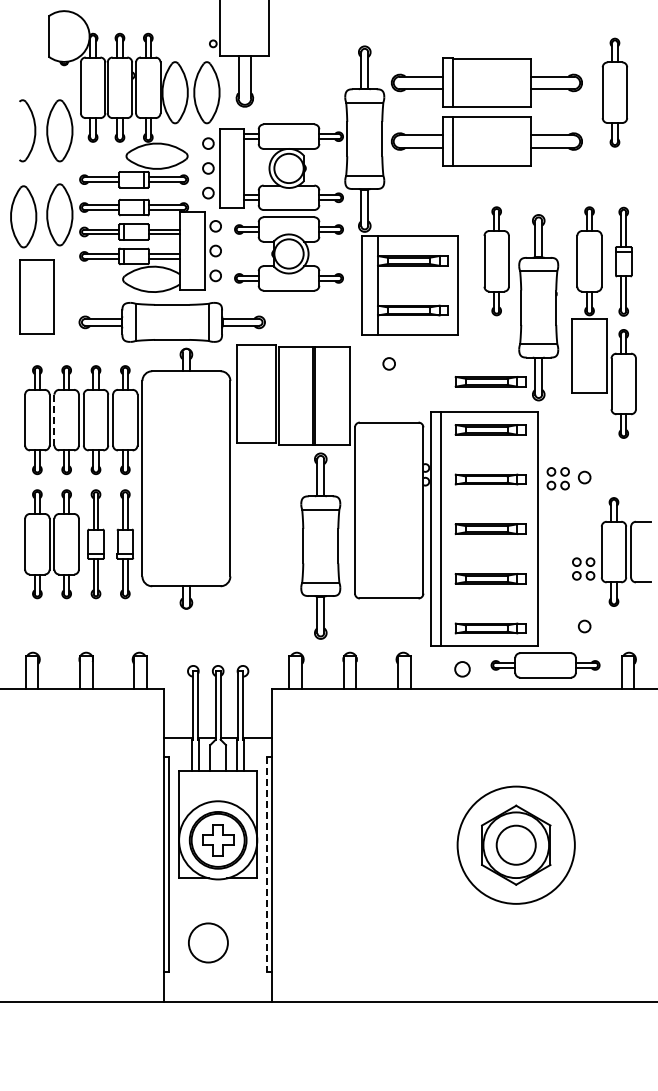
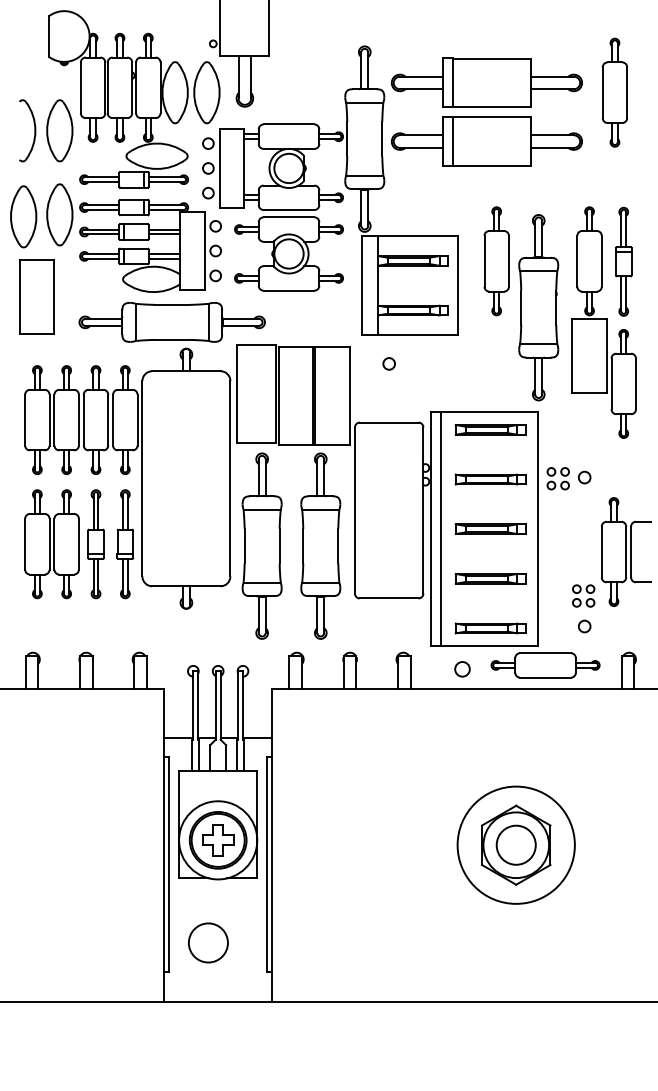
part at (490, 381): present -> none
line at (54, 419): dashed -> solid
part at (261, 545): none -> present
part at (583, 568) position: (583, 568) -> (583, 595)
line at (267, 864): dashed -> solid
